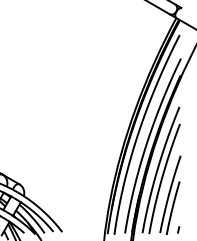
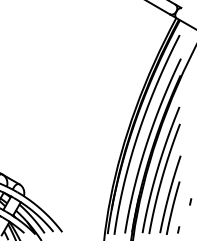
line at (190, 201): none -> present
